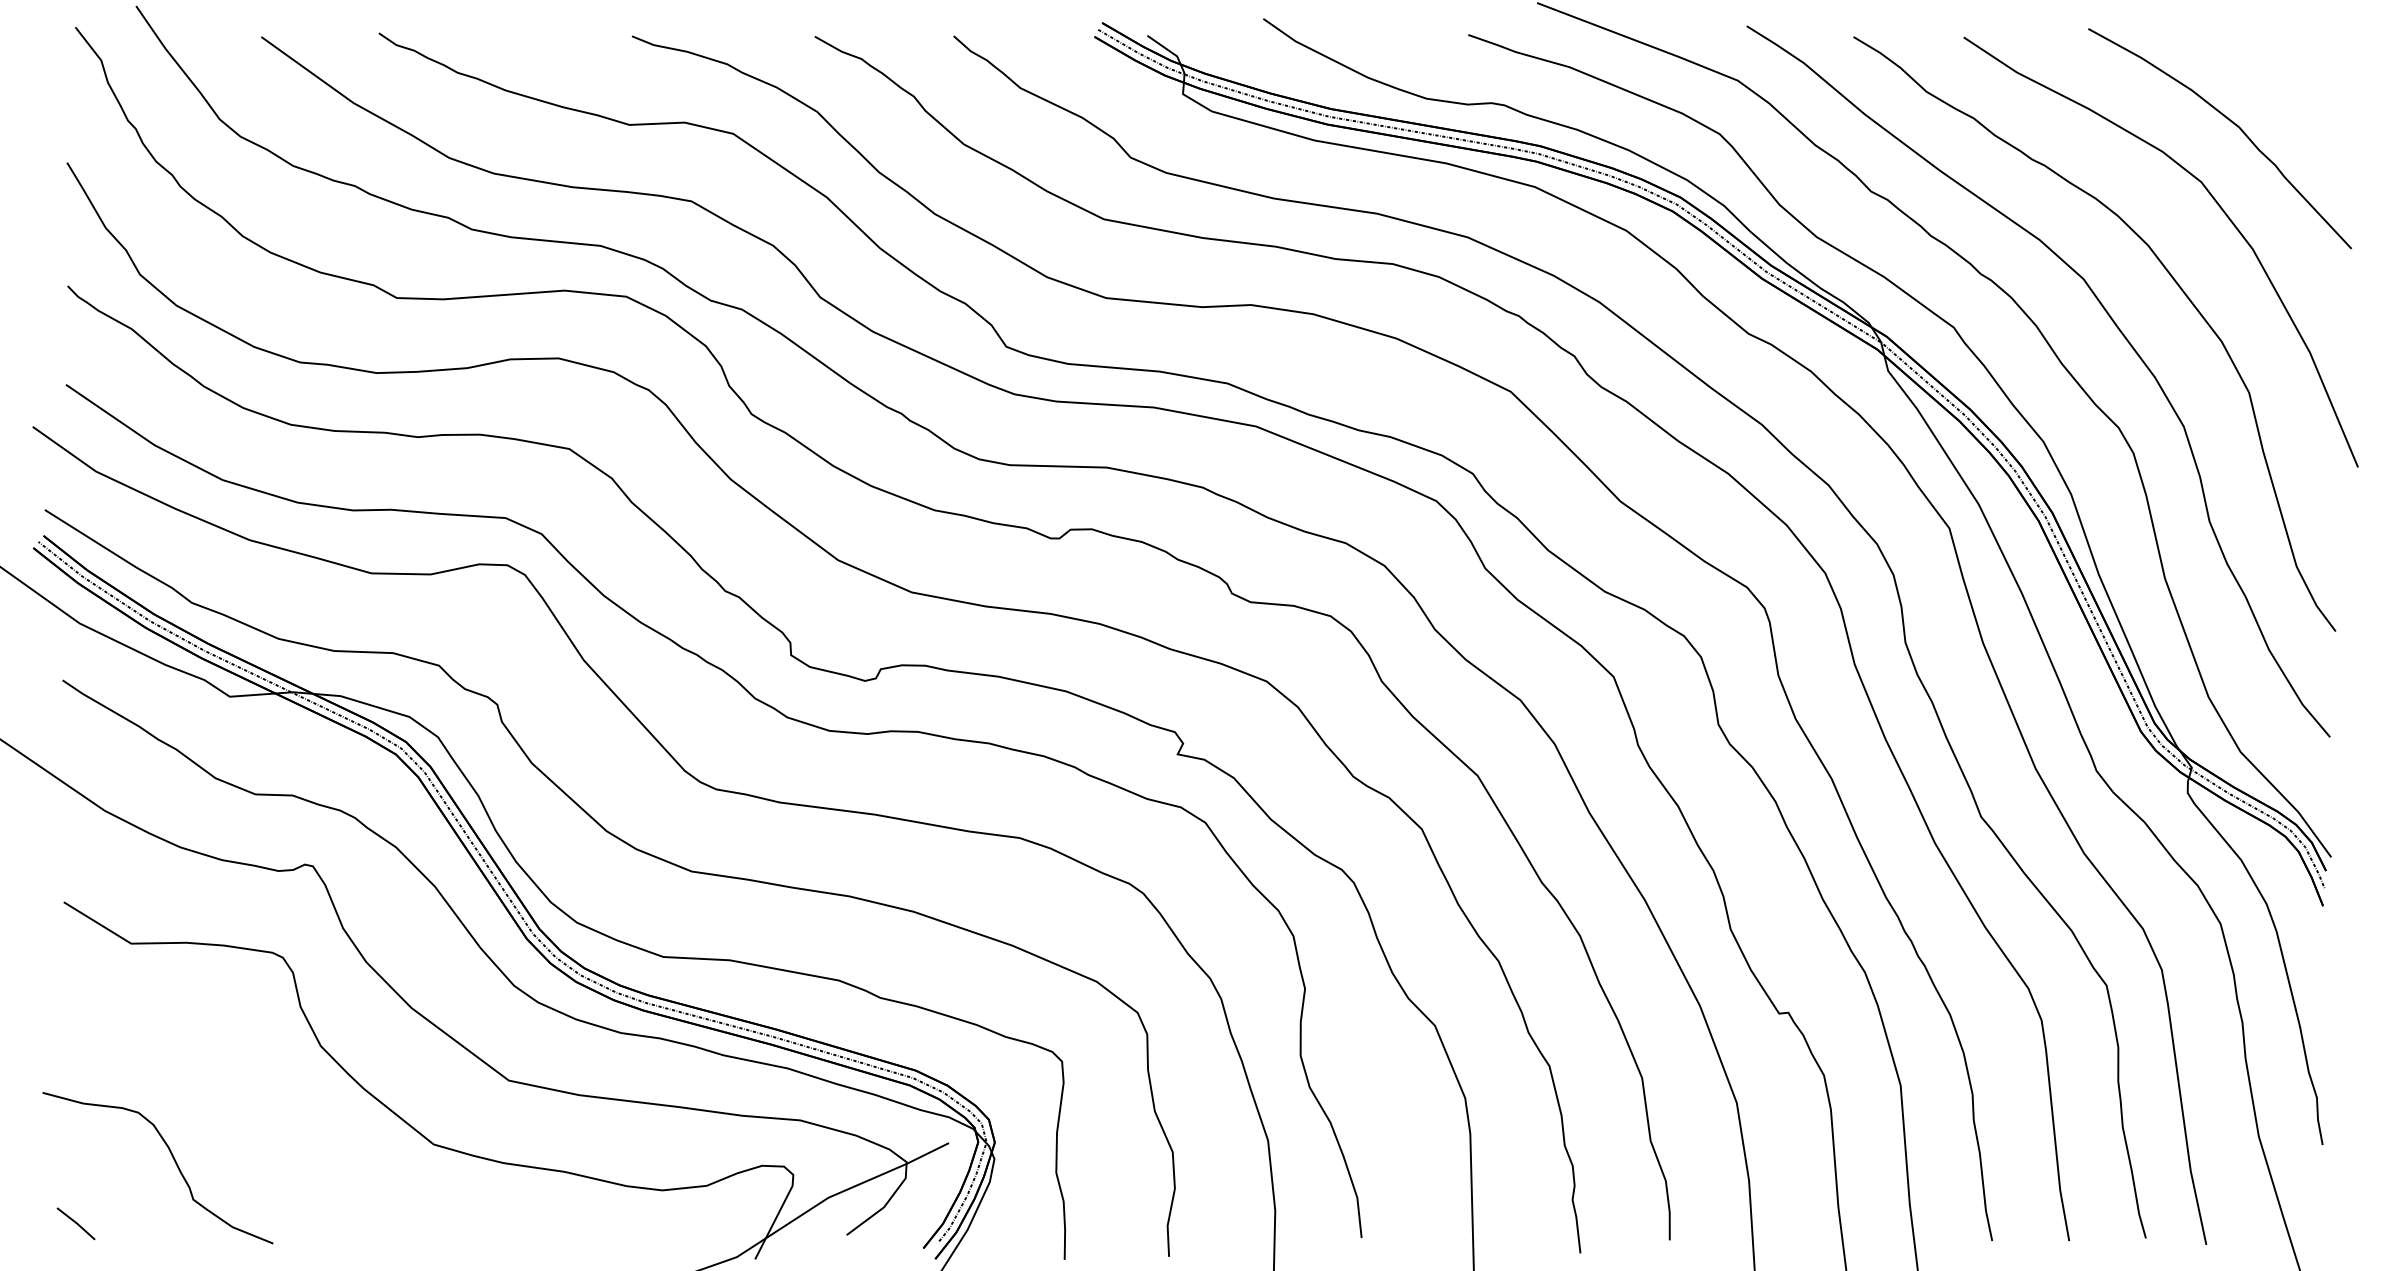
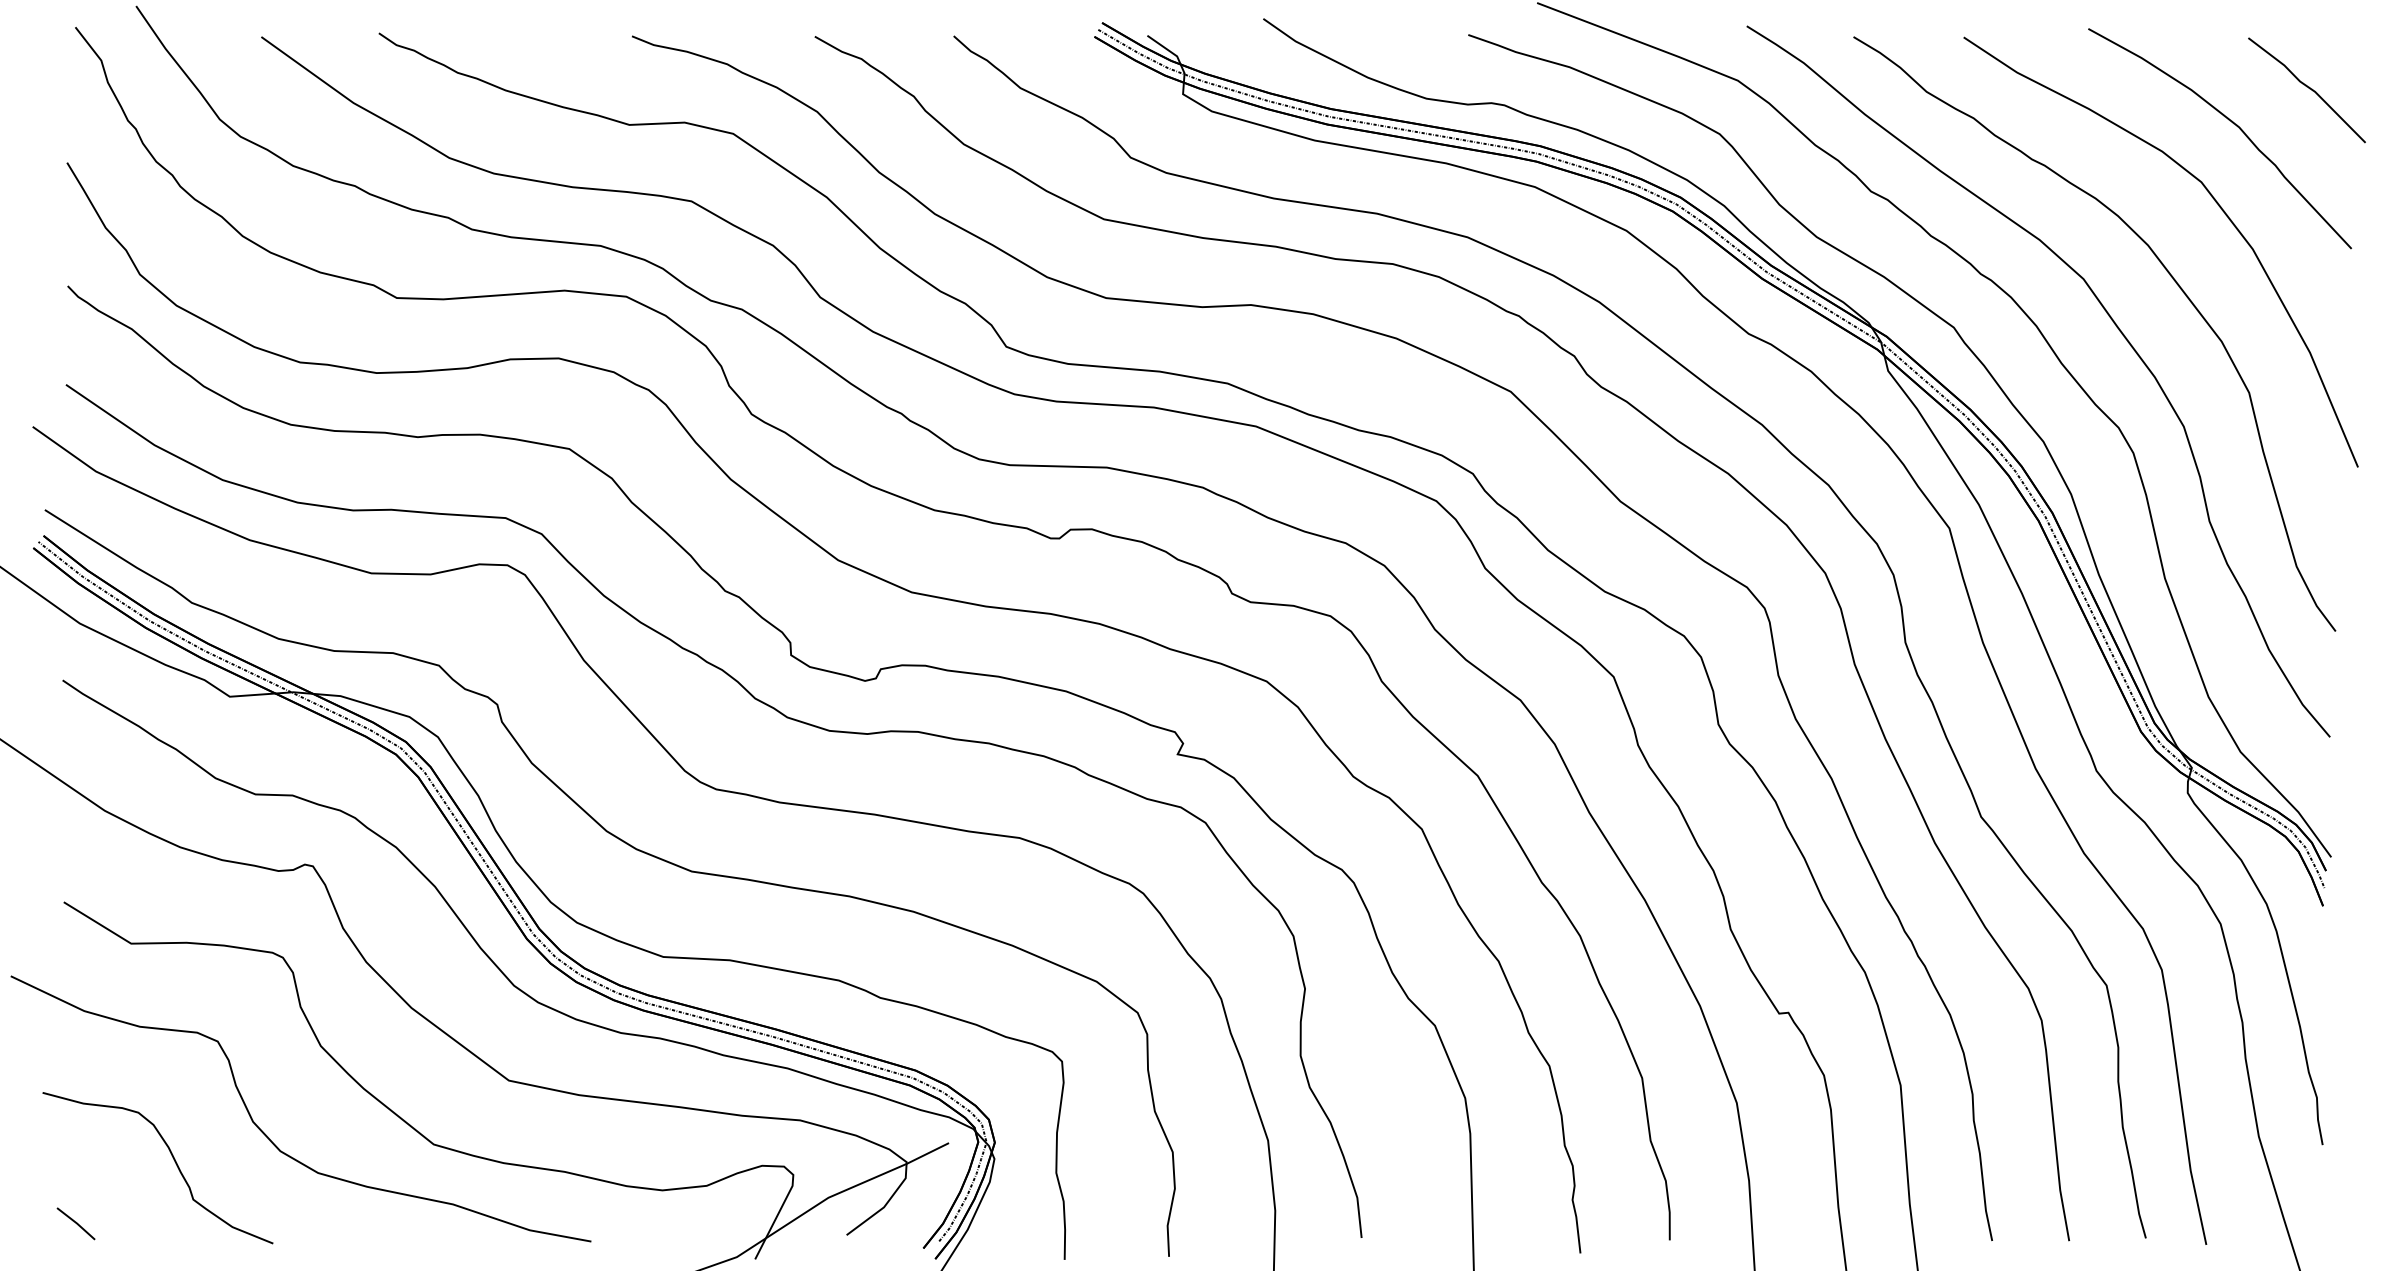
part at (2306, 90): none -> present
part at (268, 1136): none -> present
